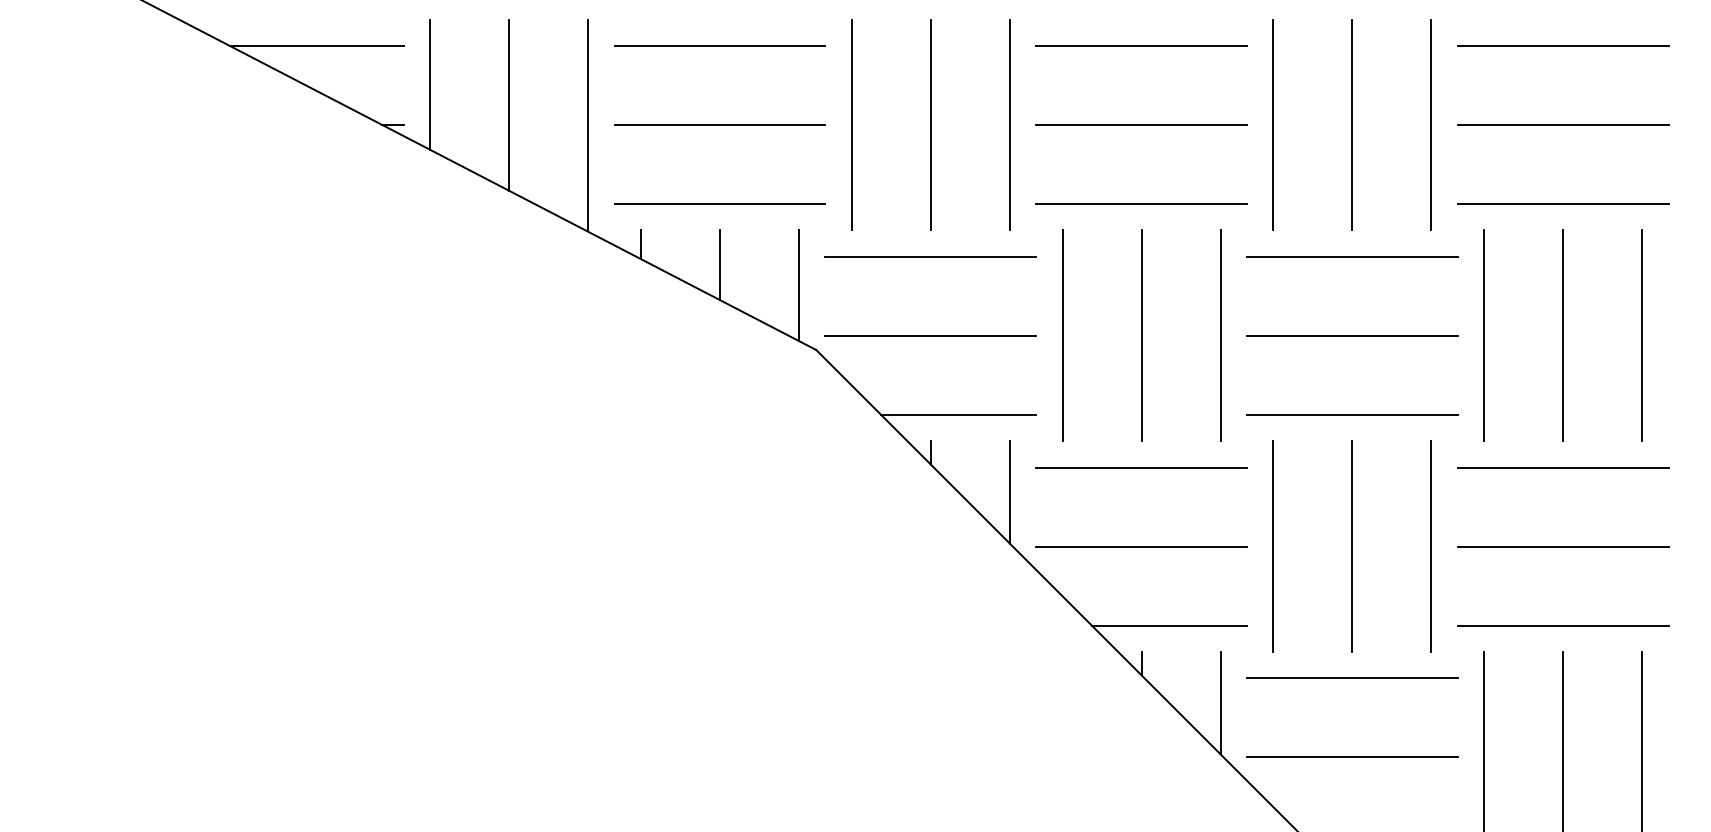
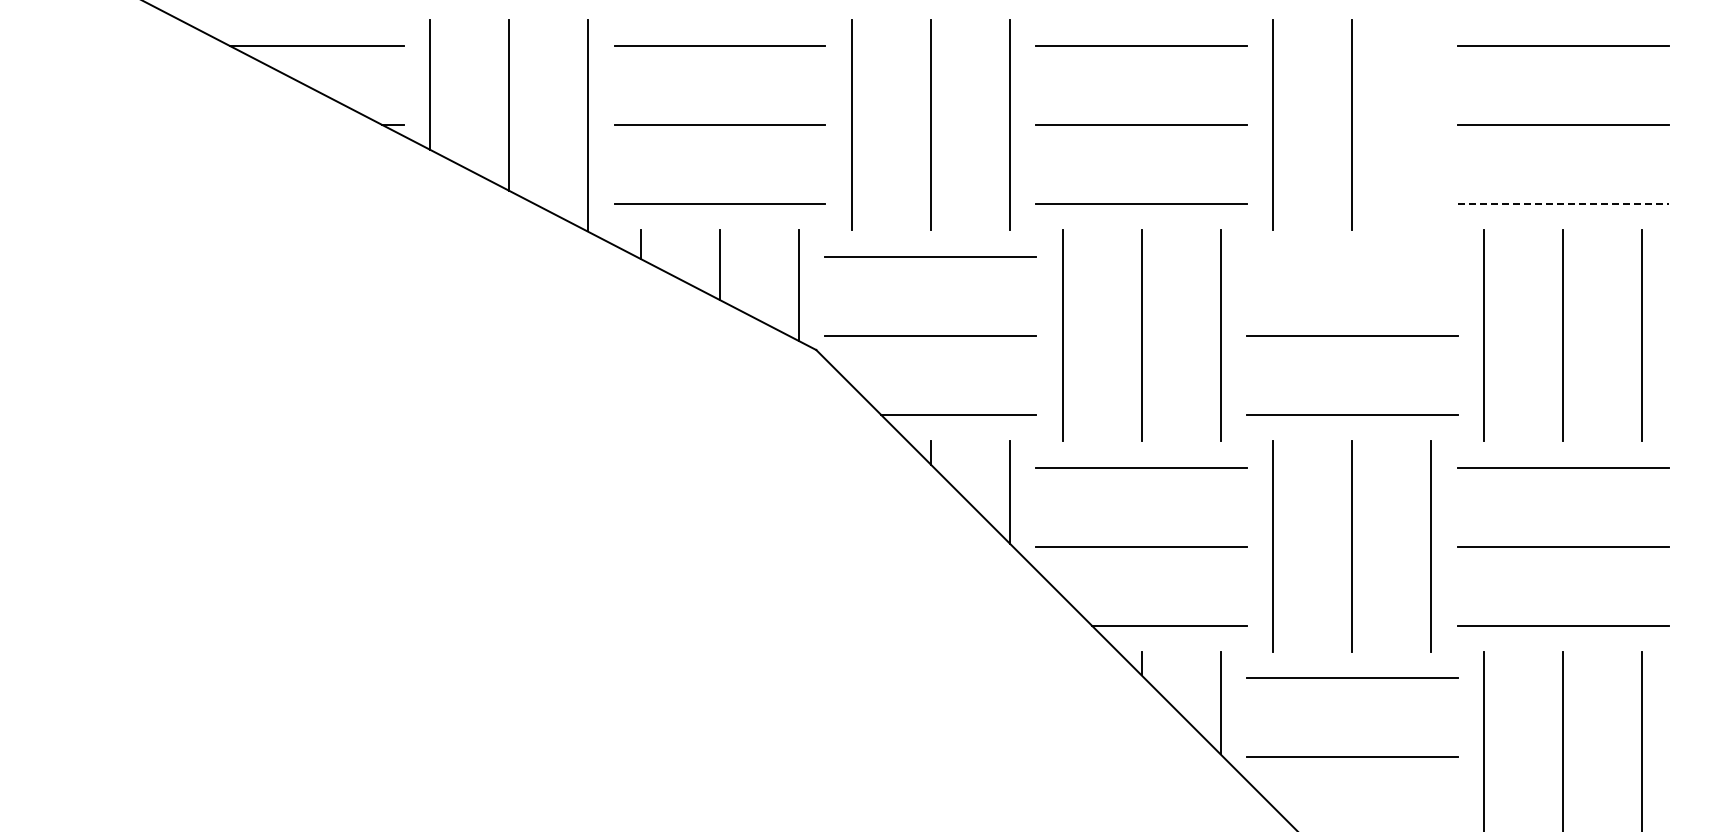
line at (1431, 124): present -> none
line at (1563, 204): solid -> dashed
line at (1351, 256): present -> none
